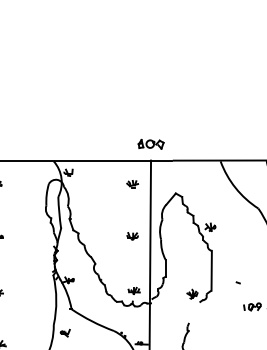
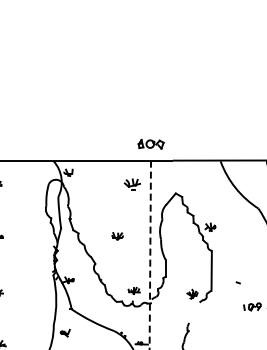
part at (132, 184) size: 14x9 px -> 19x13 px
part at (132, 236) position: (132, 236) -> (117, 236)
line at (150, 255): solid -> dashed
